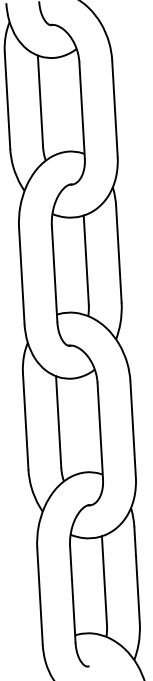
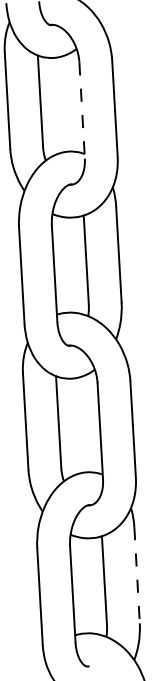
line at (82, 111): solid -> dashed
line at (137, 575): solid -> dashed
